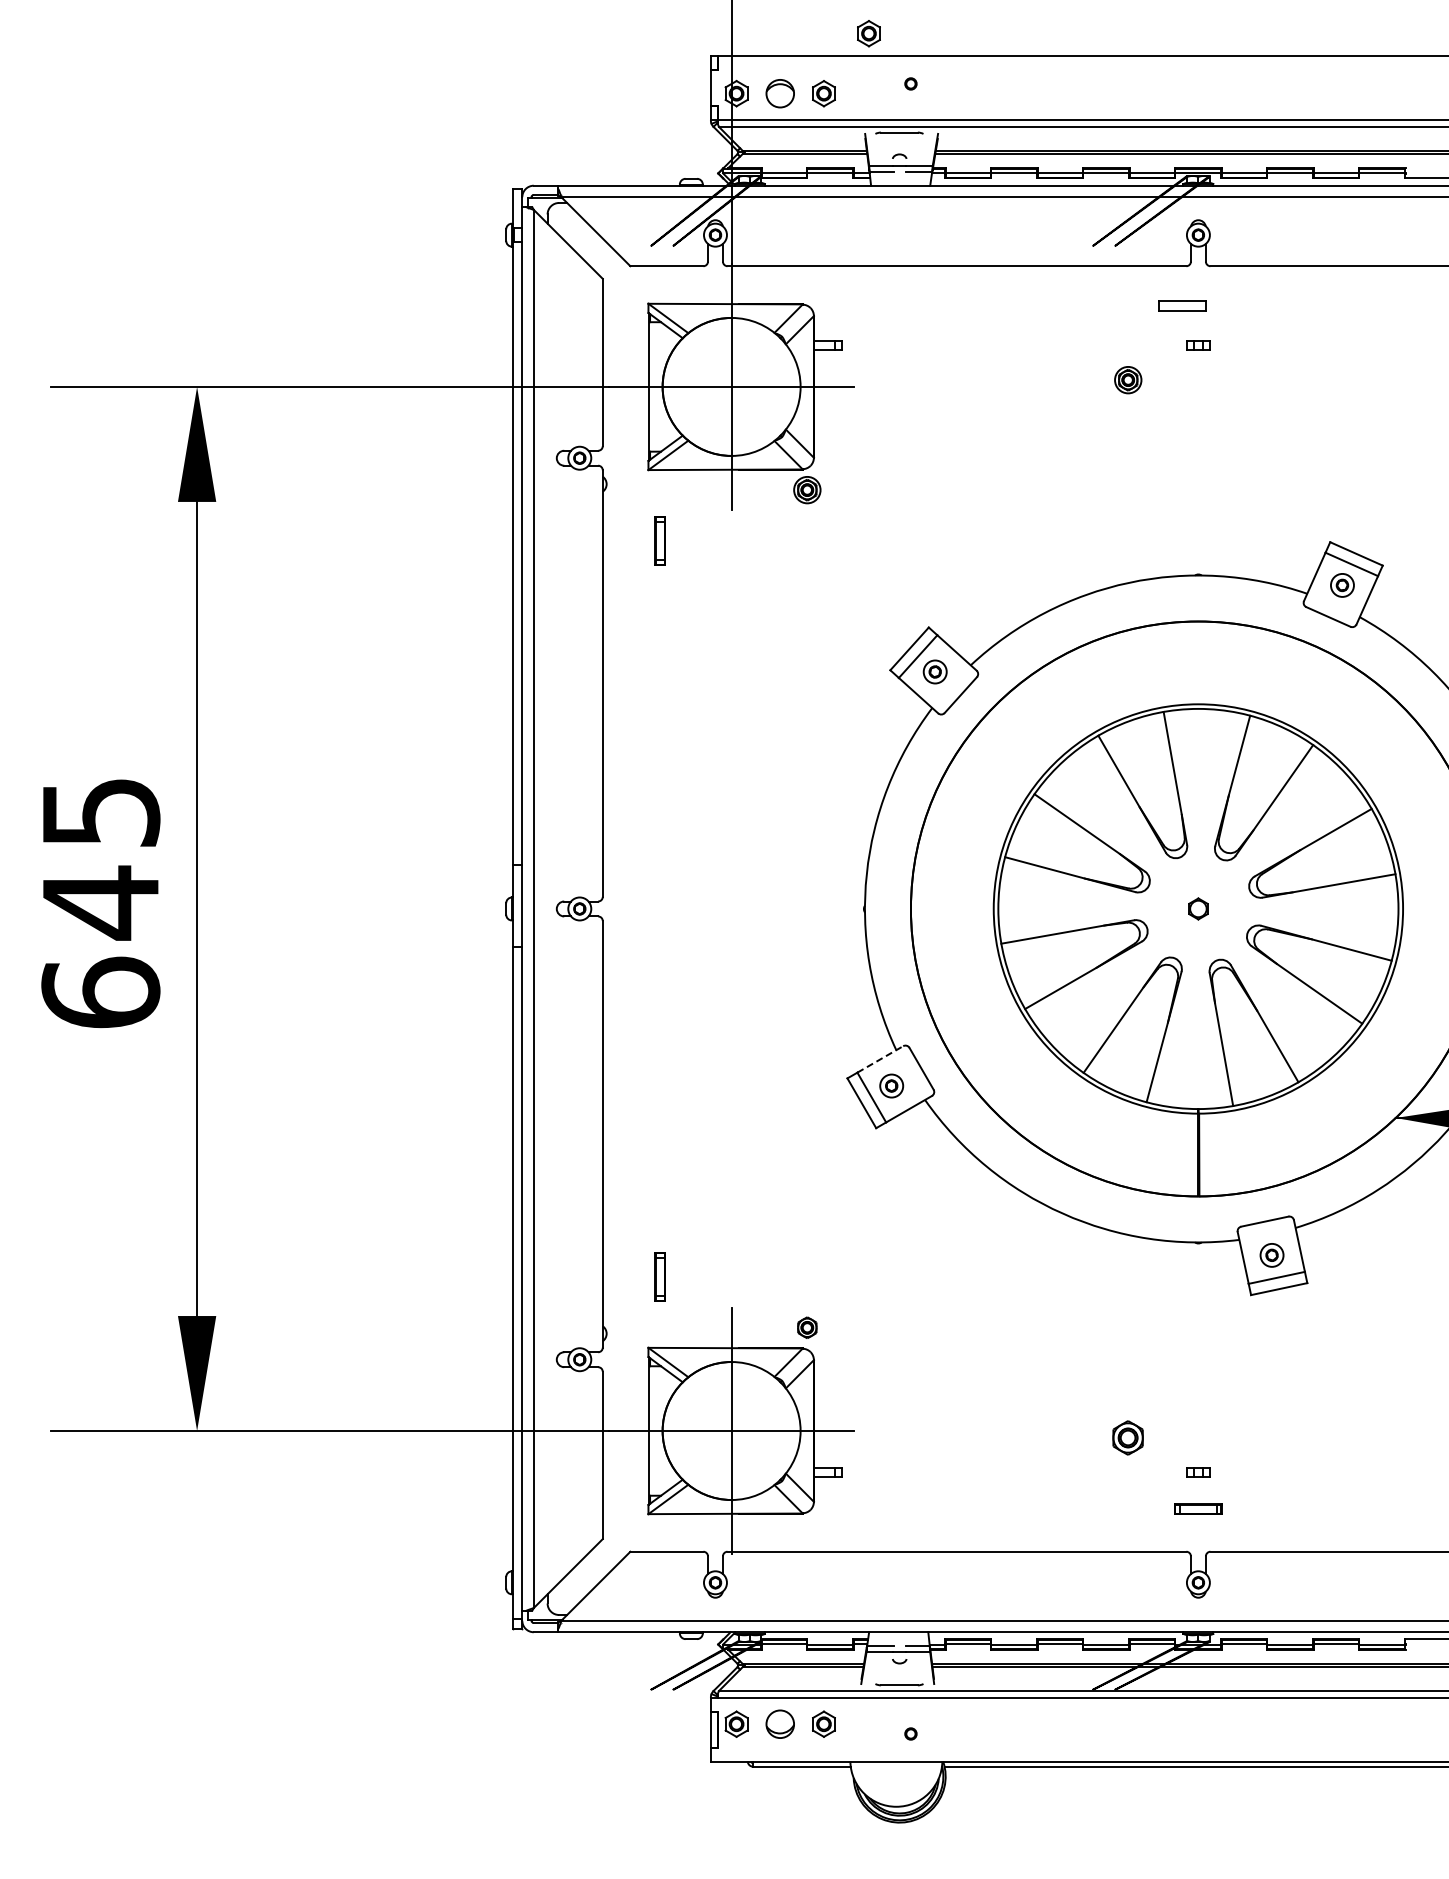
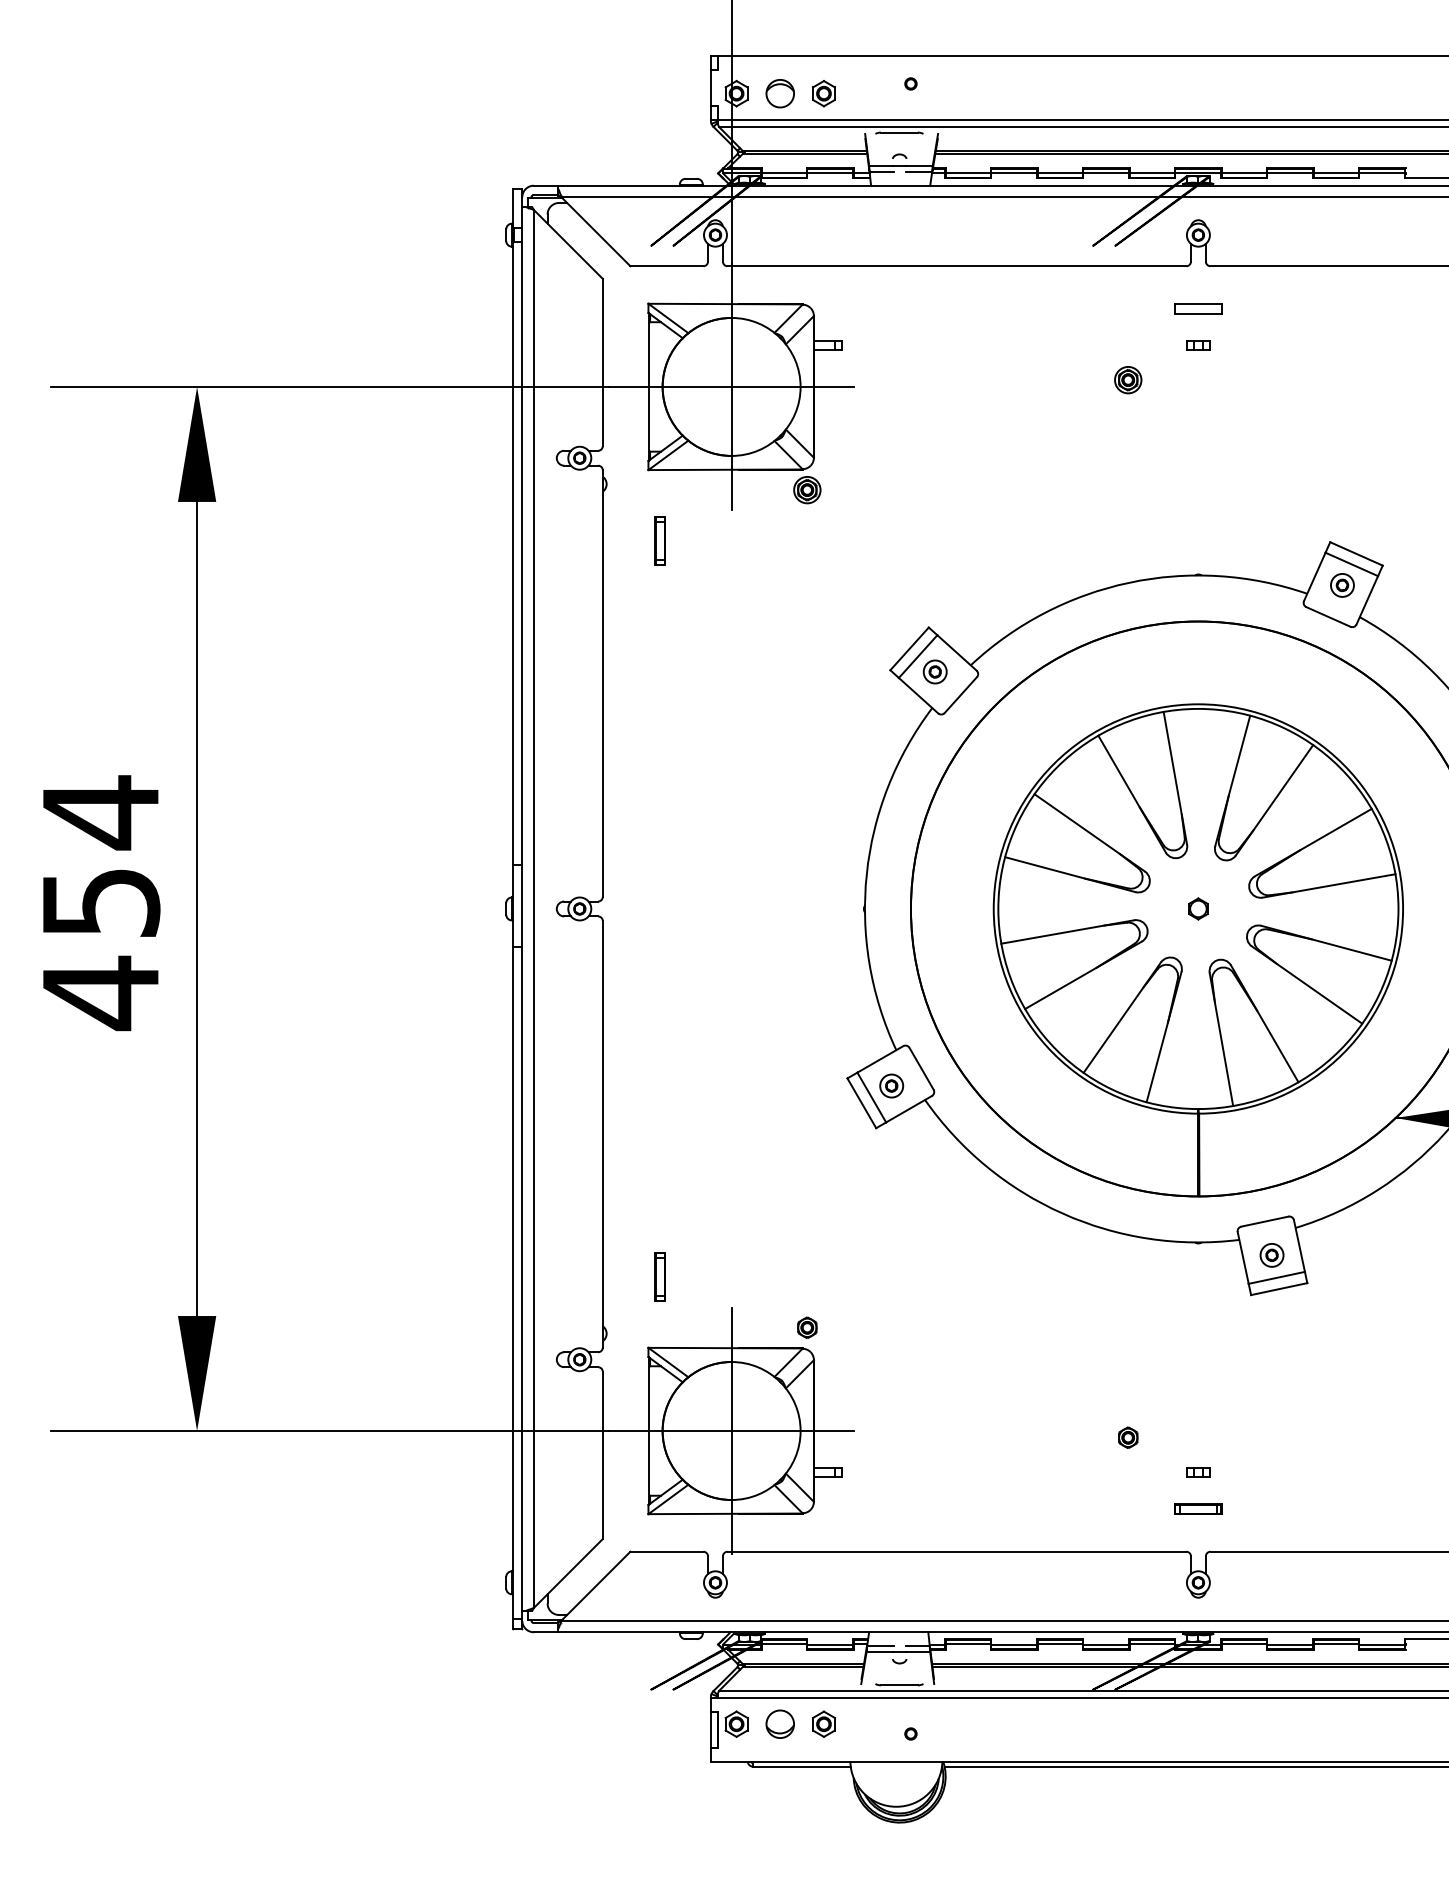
part at (868, 33): present -> none
part at (1182, 305) position: (1182, 305) -> (1198, 308)
text at (100, 903): 645 -> 454
line at (880, 1059): dashed -> solid
part at (1127, 1437) size: 32x36 px -> 21x23 px
